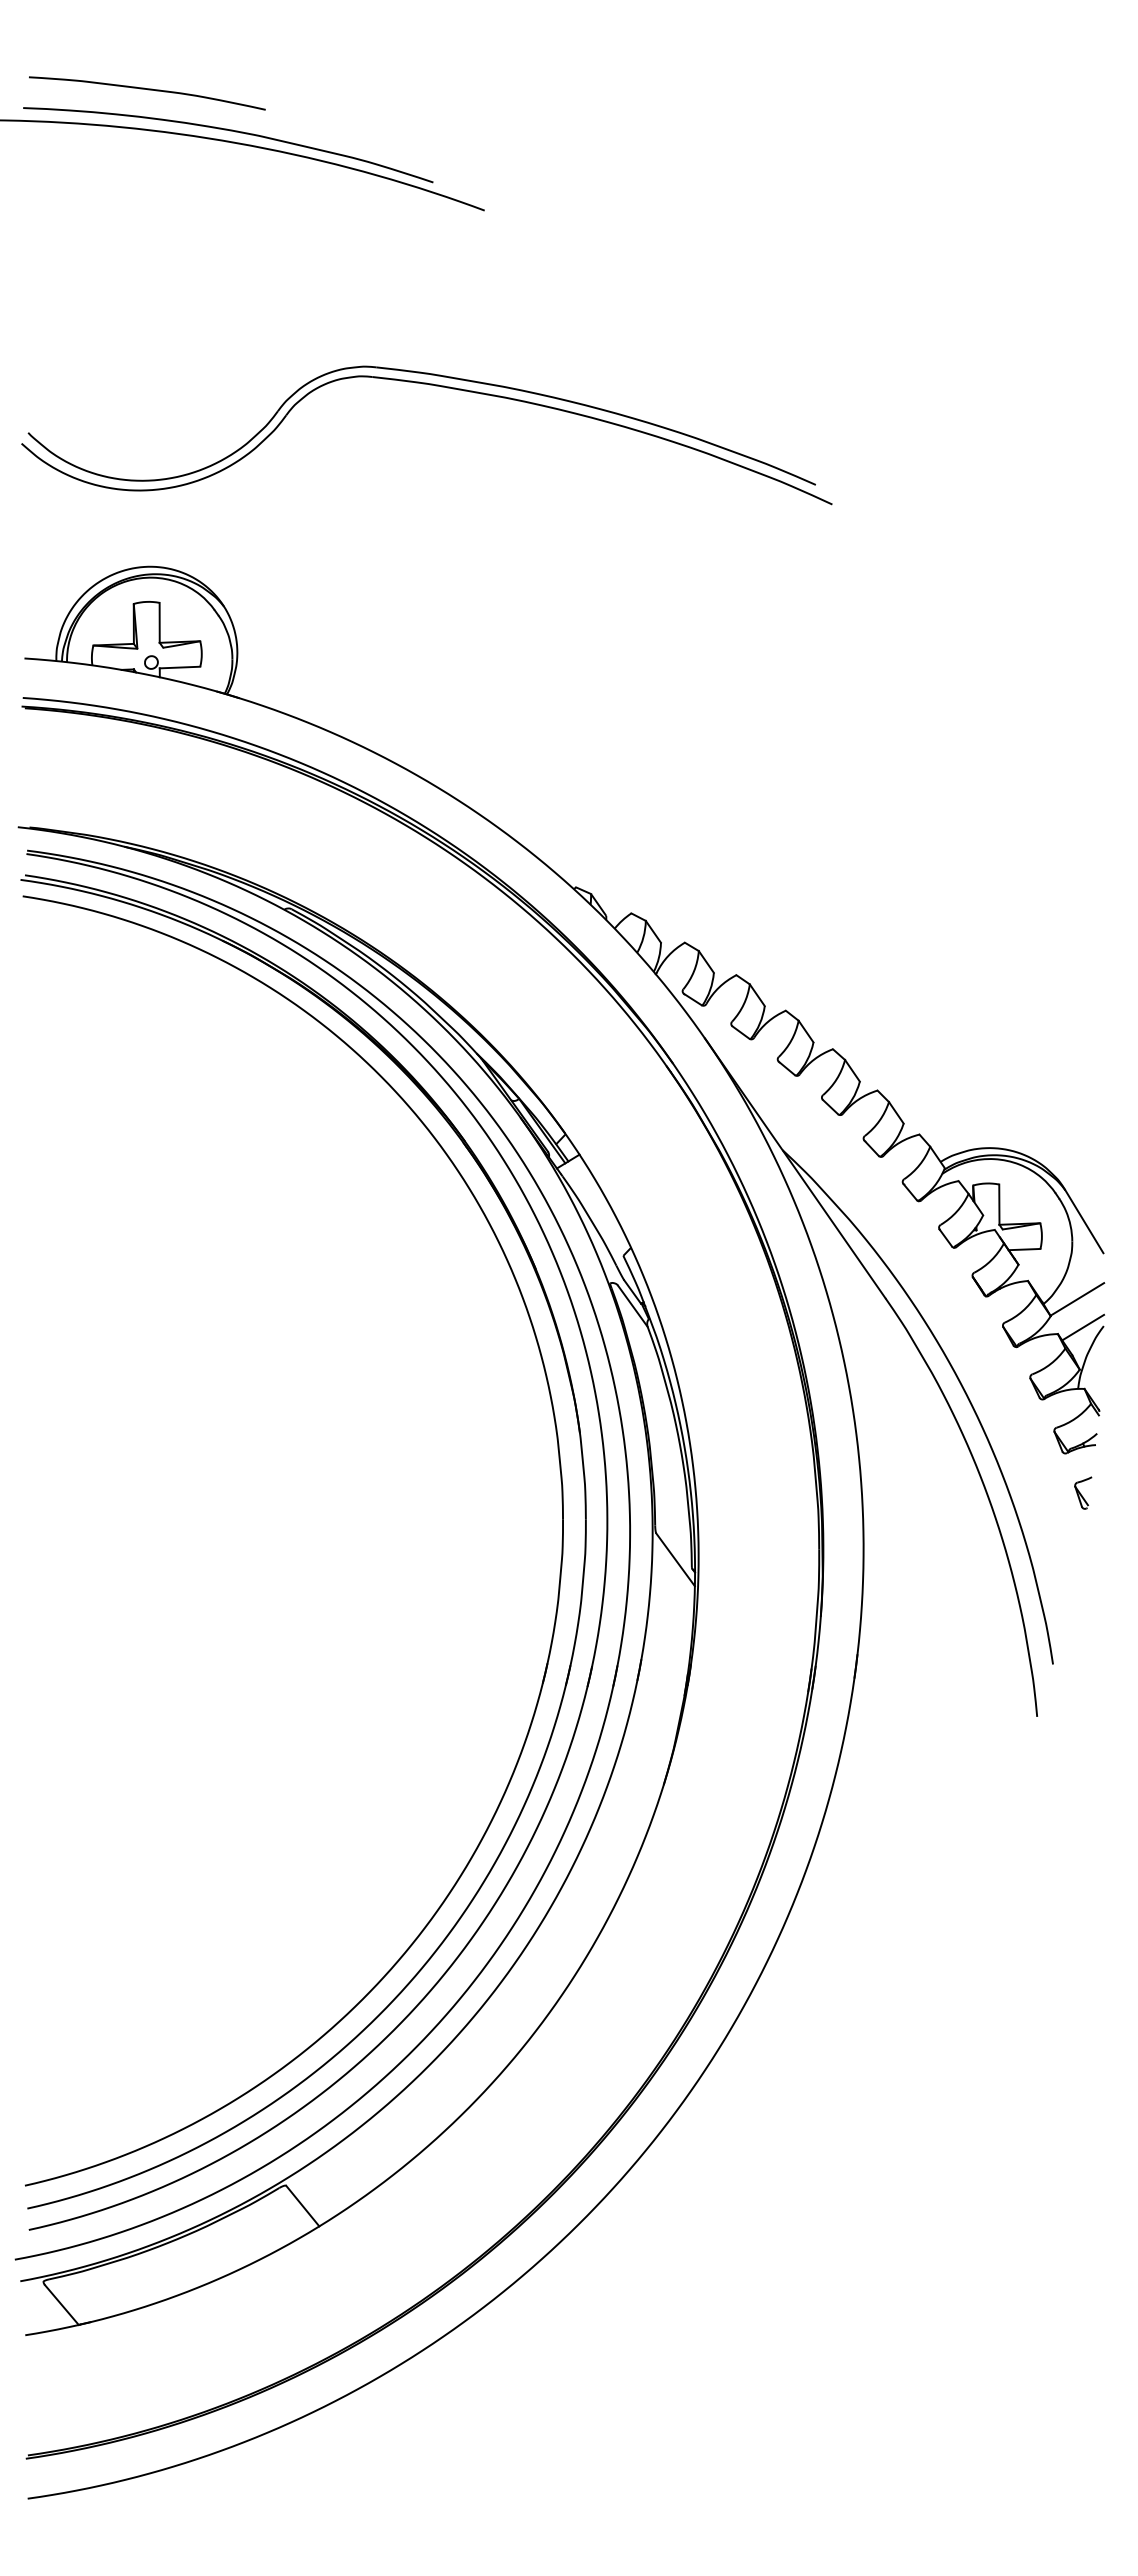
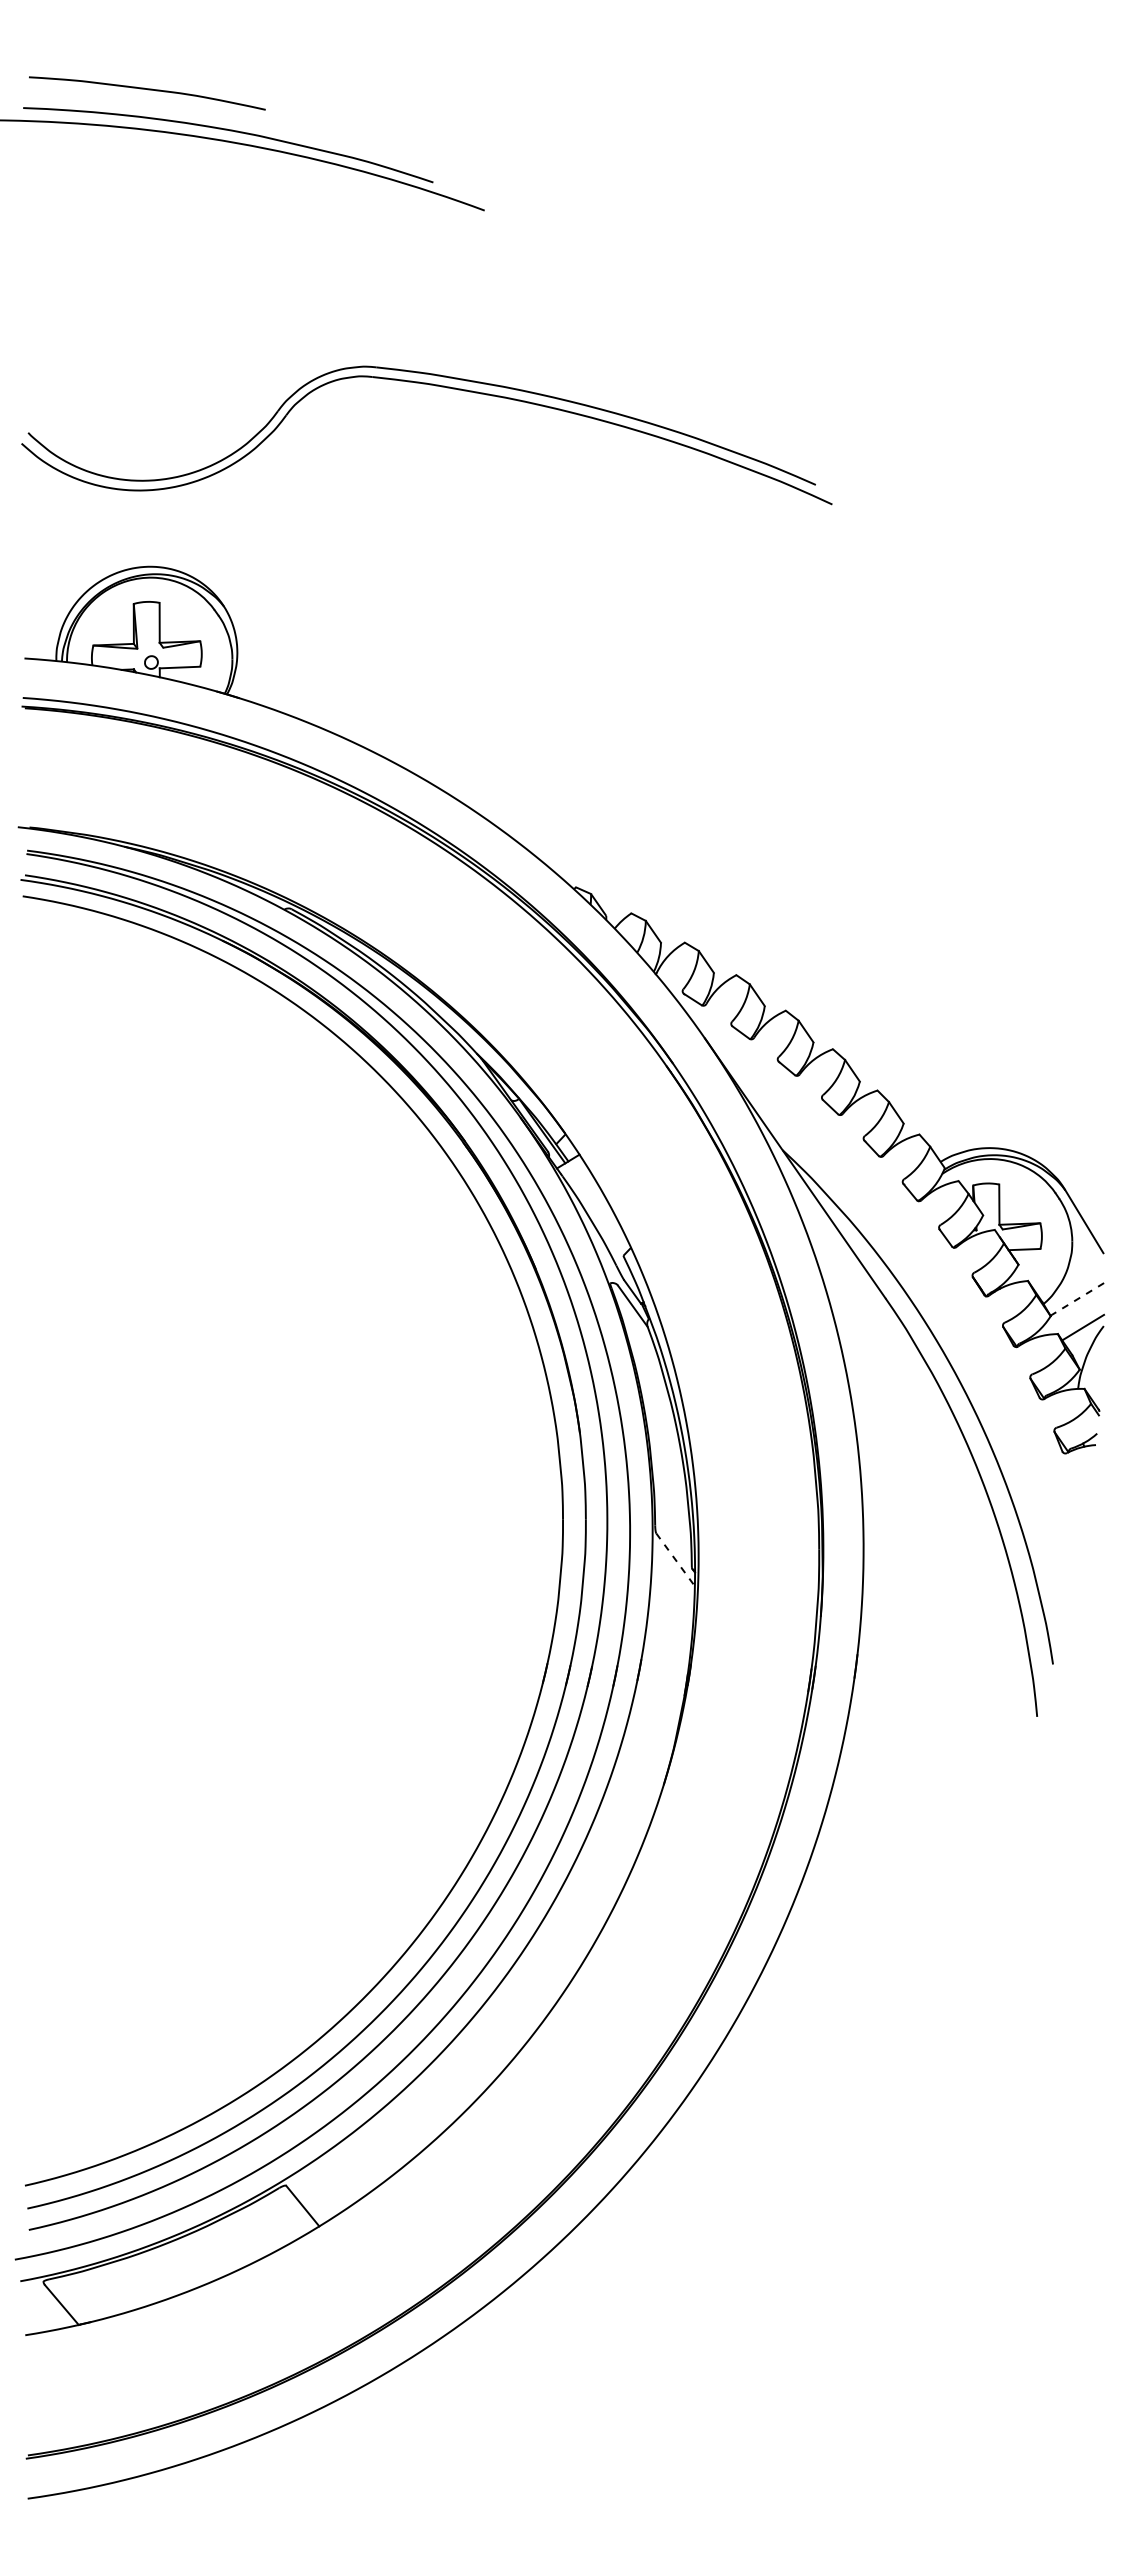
line at (1076, 1299): solid -> dashed
part at (1083, 1492): present -> none
line at (675, 1559): solid -> dashed
